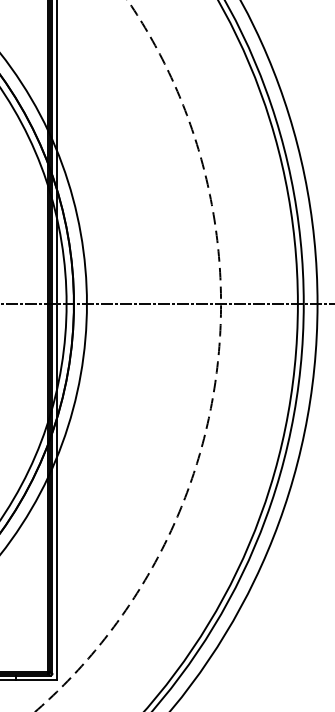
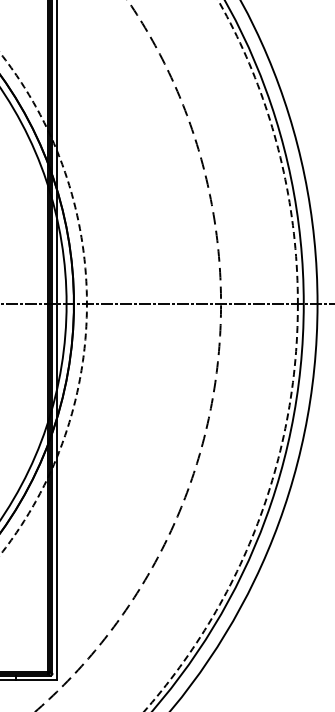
arc at (86, 304): solid -> dashed
circle at (220, 355): solid -> dashed
